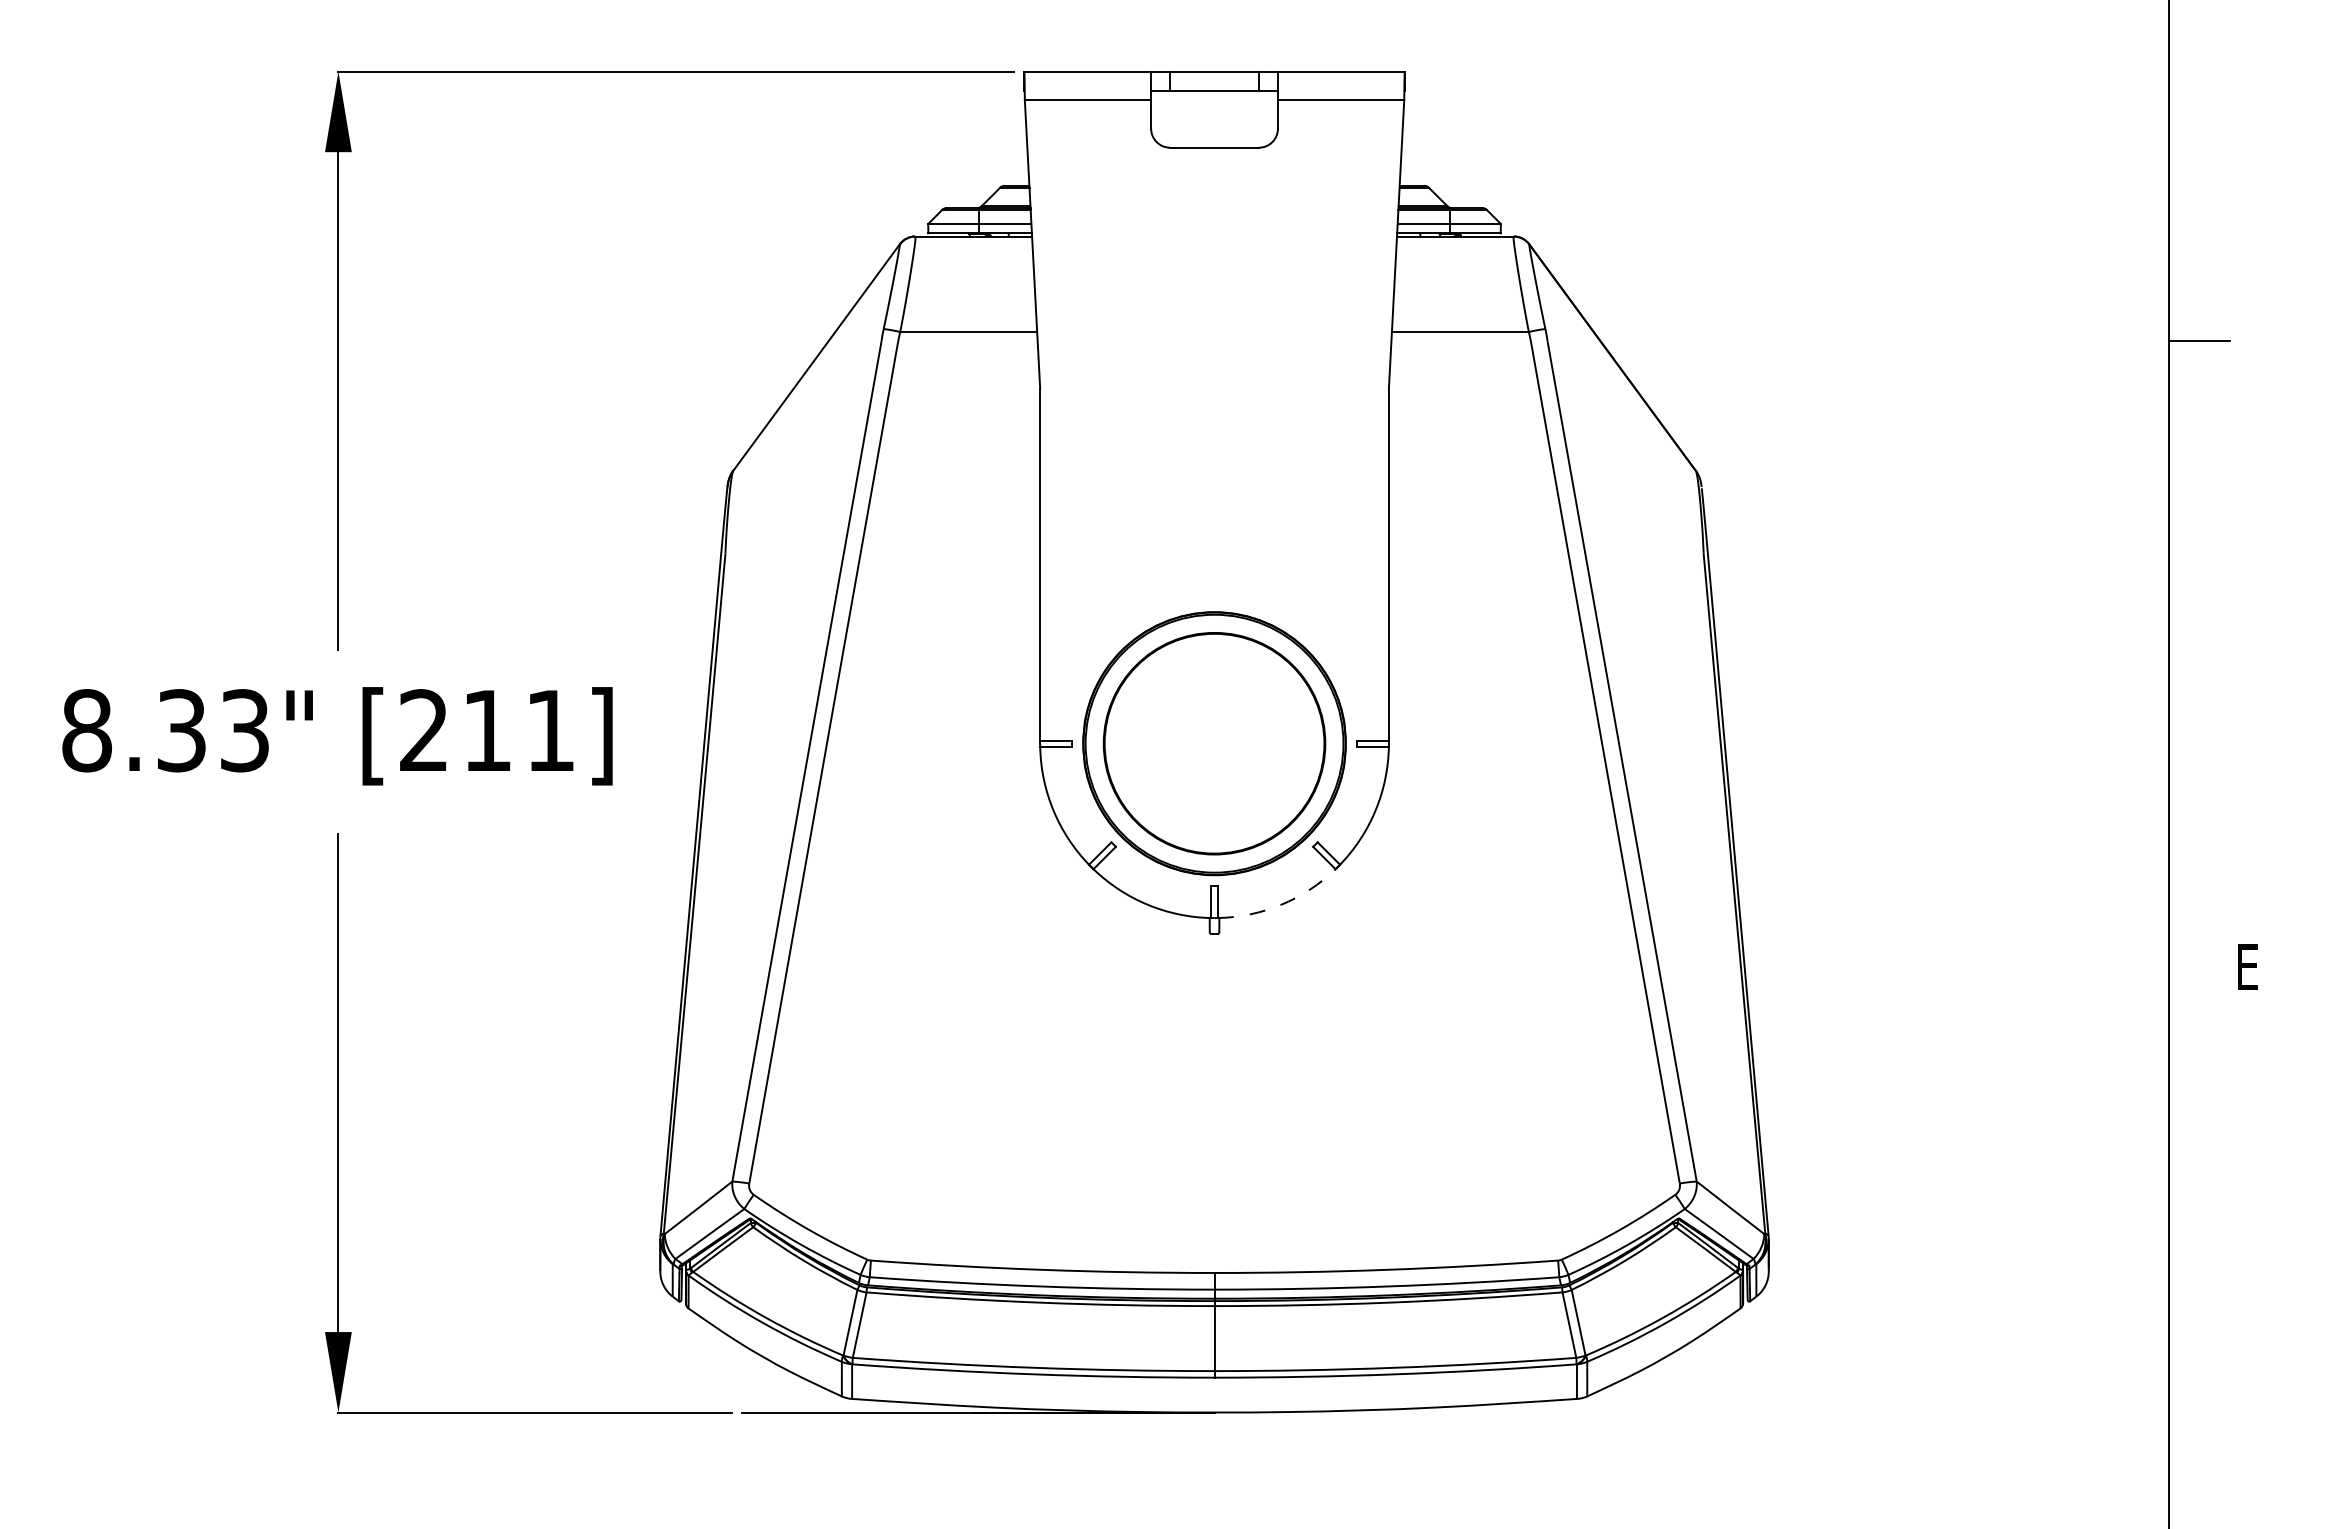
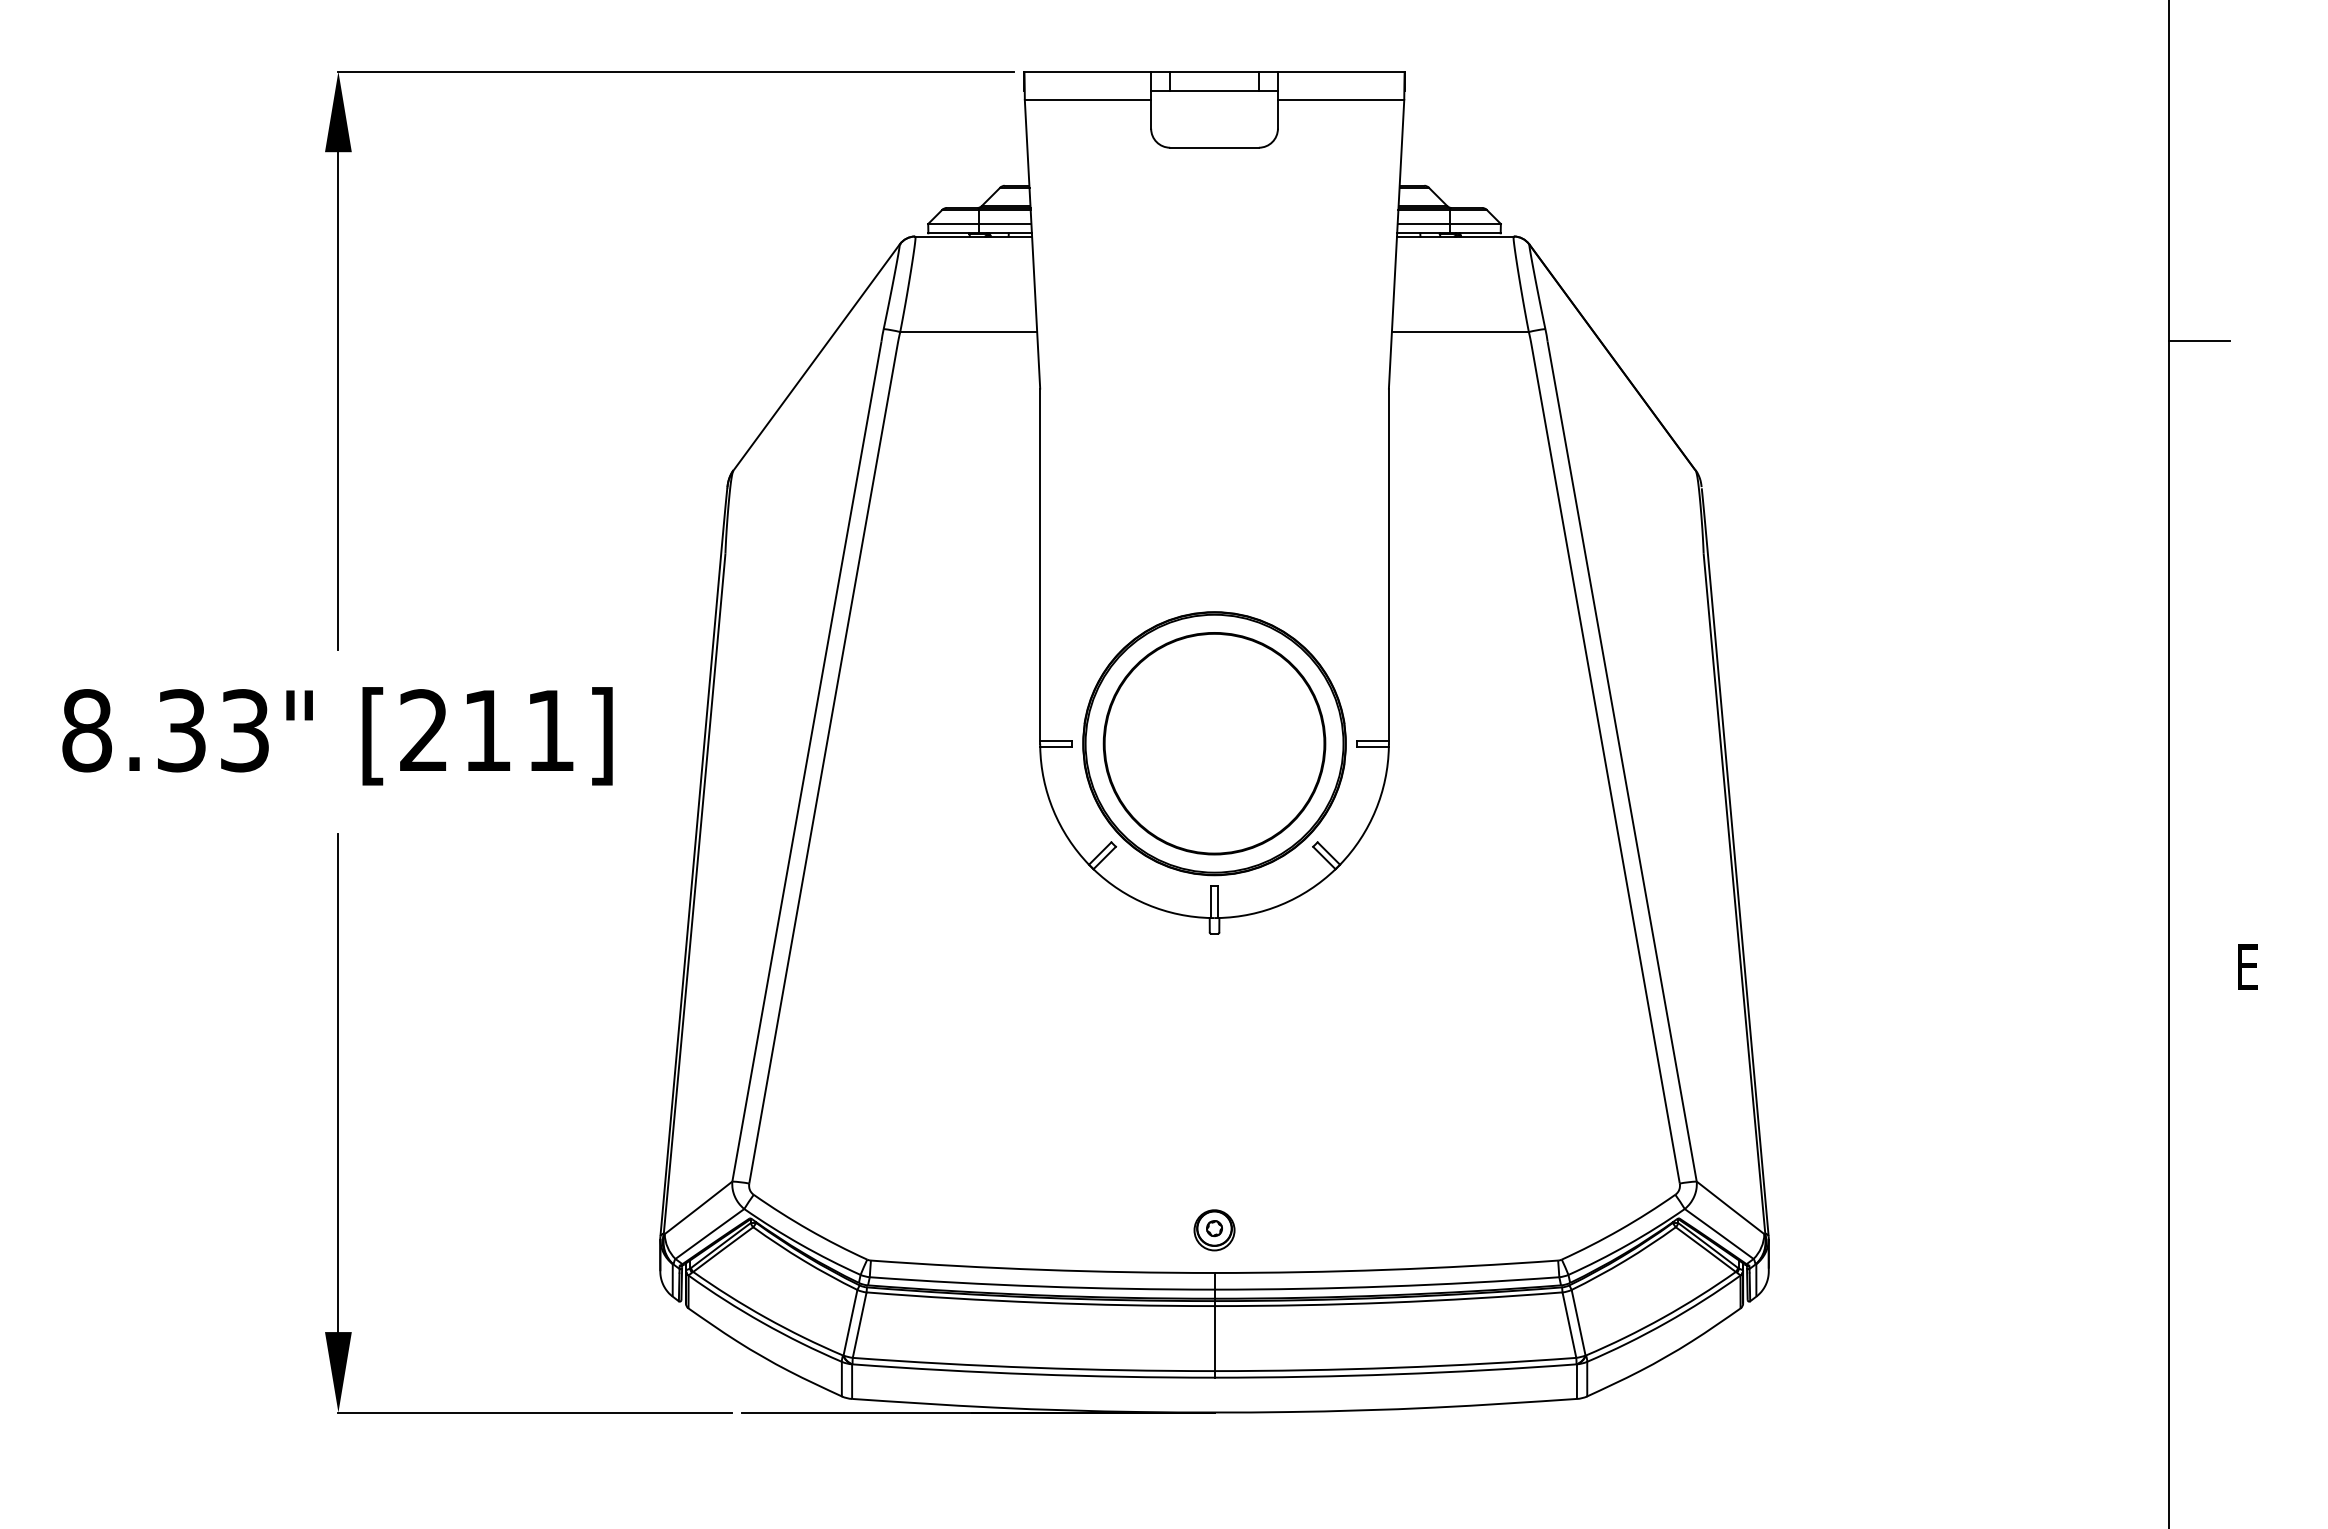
arc at (1281, 904): dashed -> solid
part at (1214, 1230): none -> present
